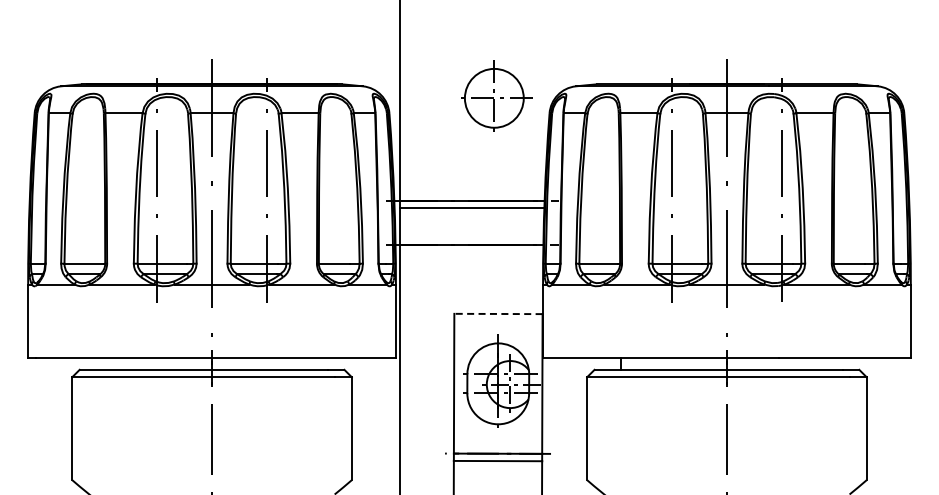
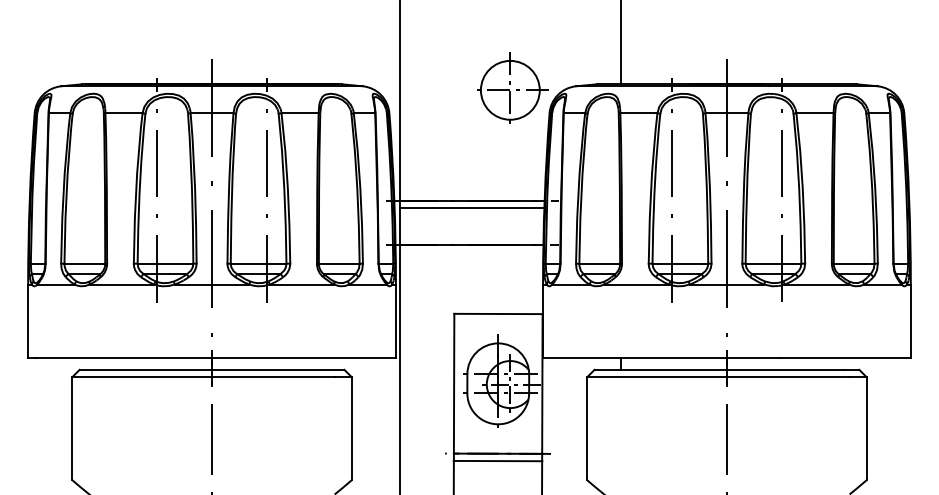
line at (620, 43): none -> present
part at (496, 95) position: (496, 95) -> (512, 87)
line at (497, 313): dashed -> solid
